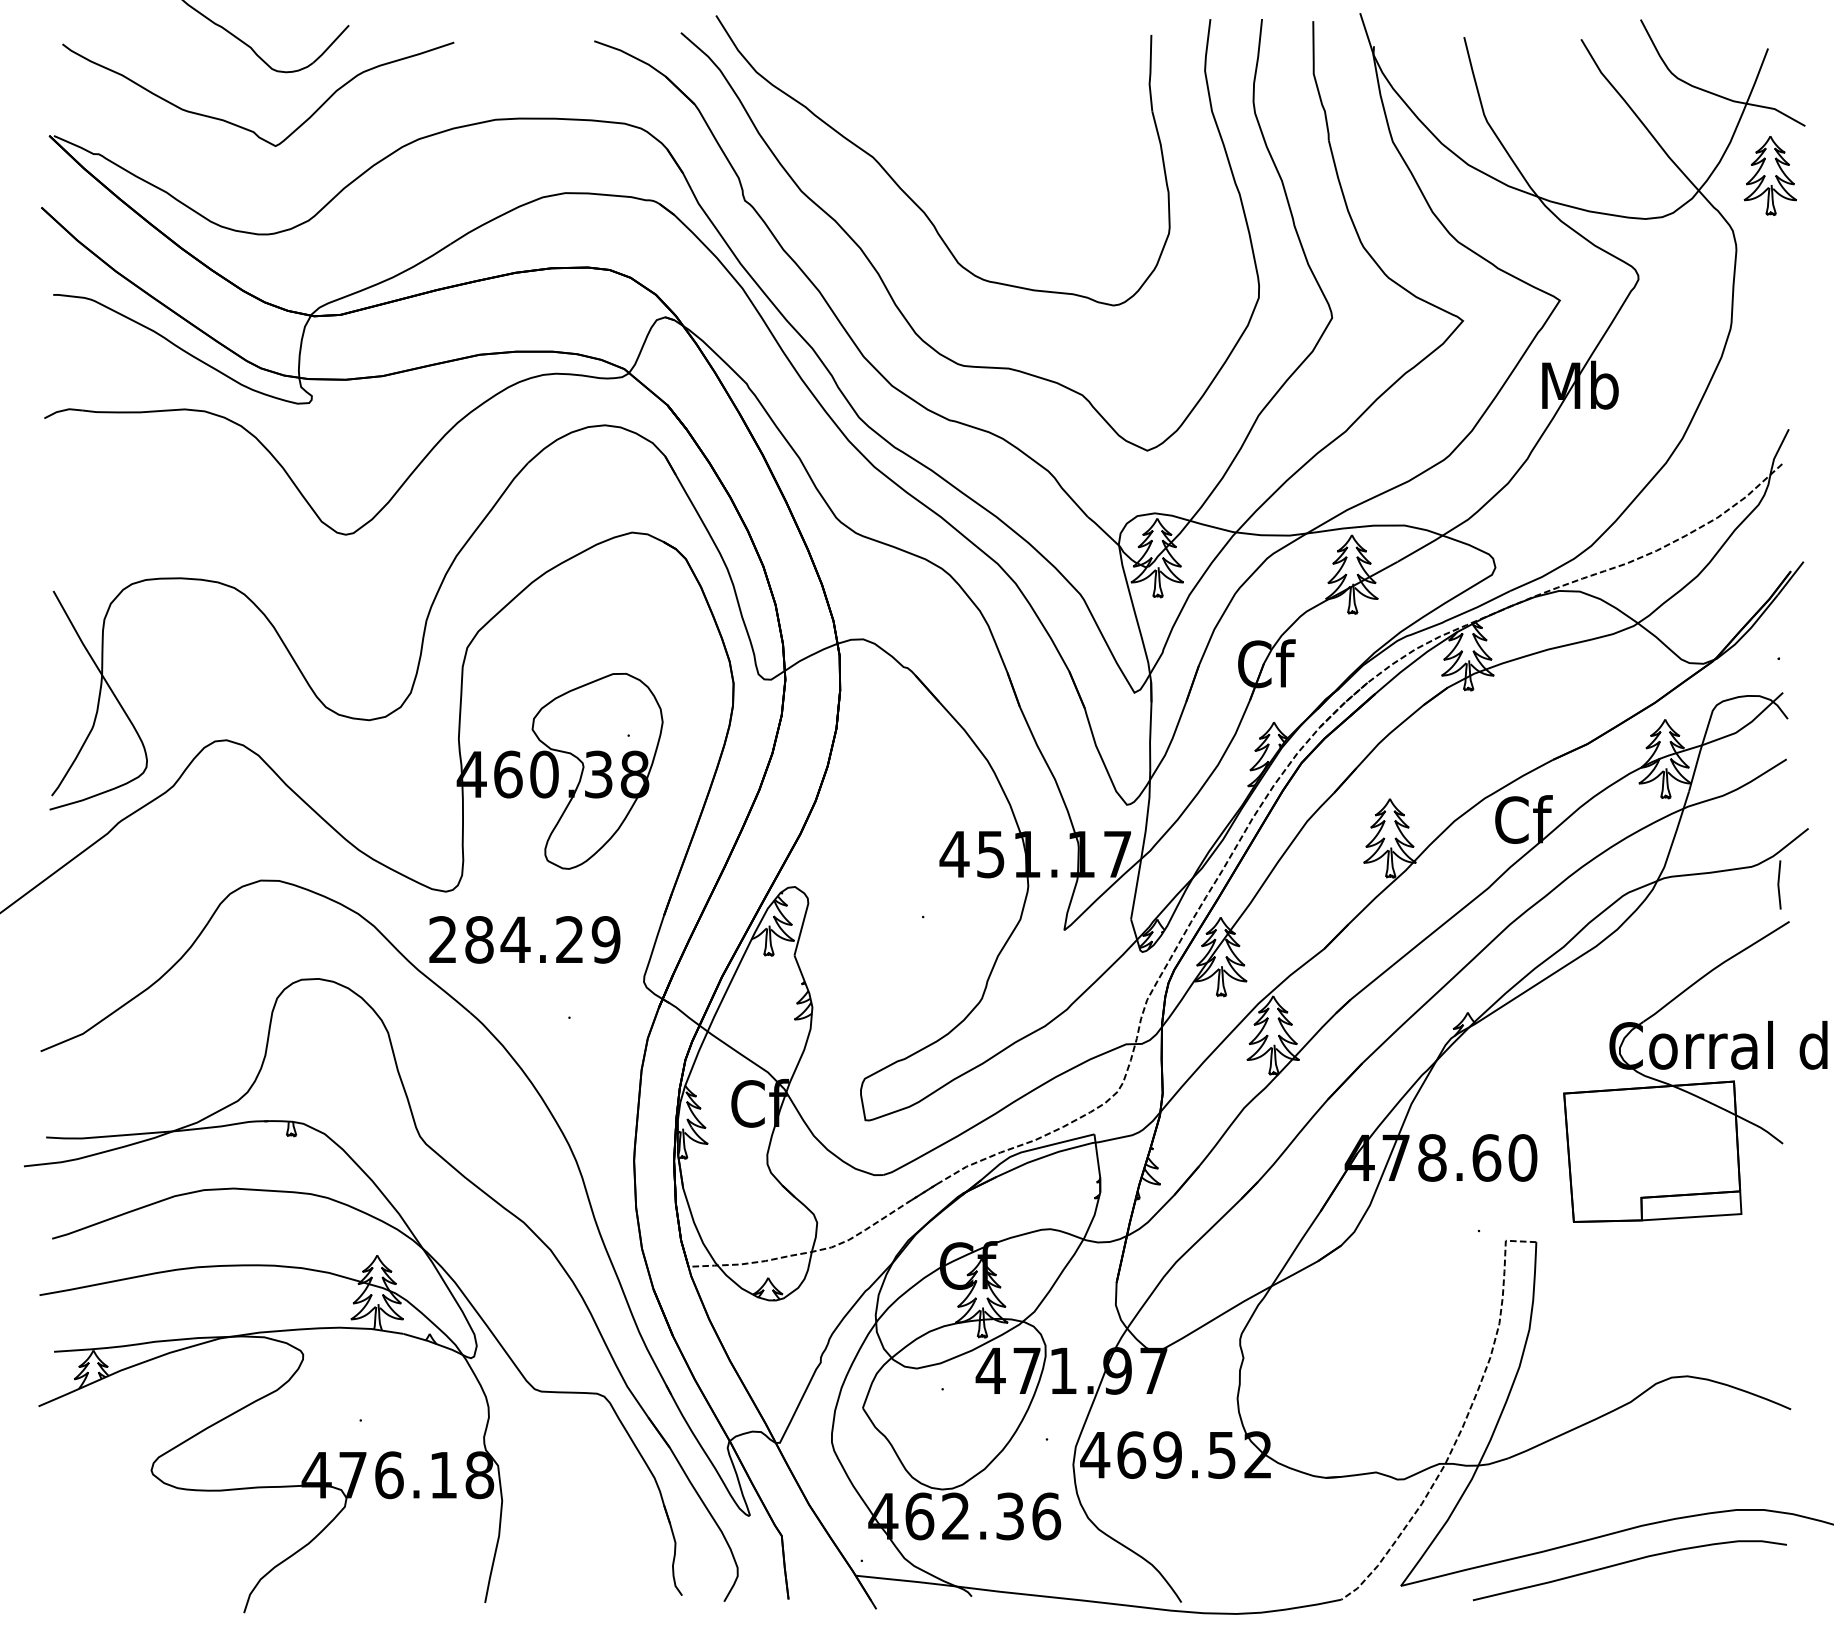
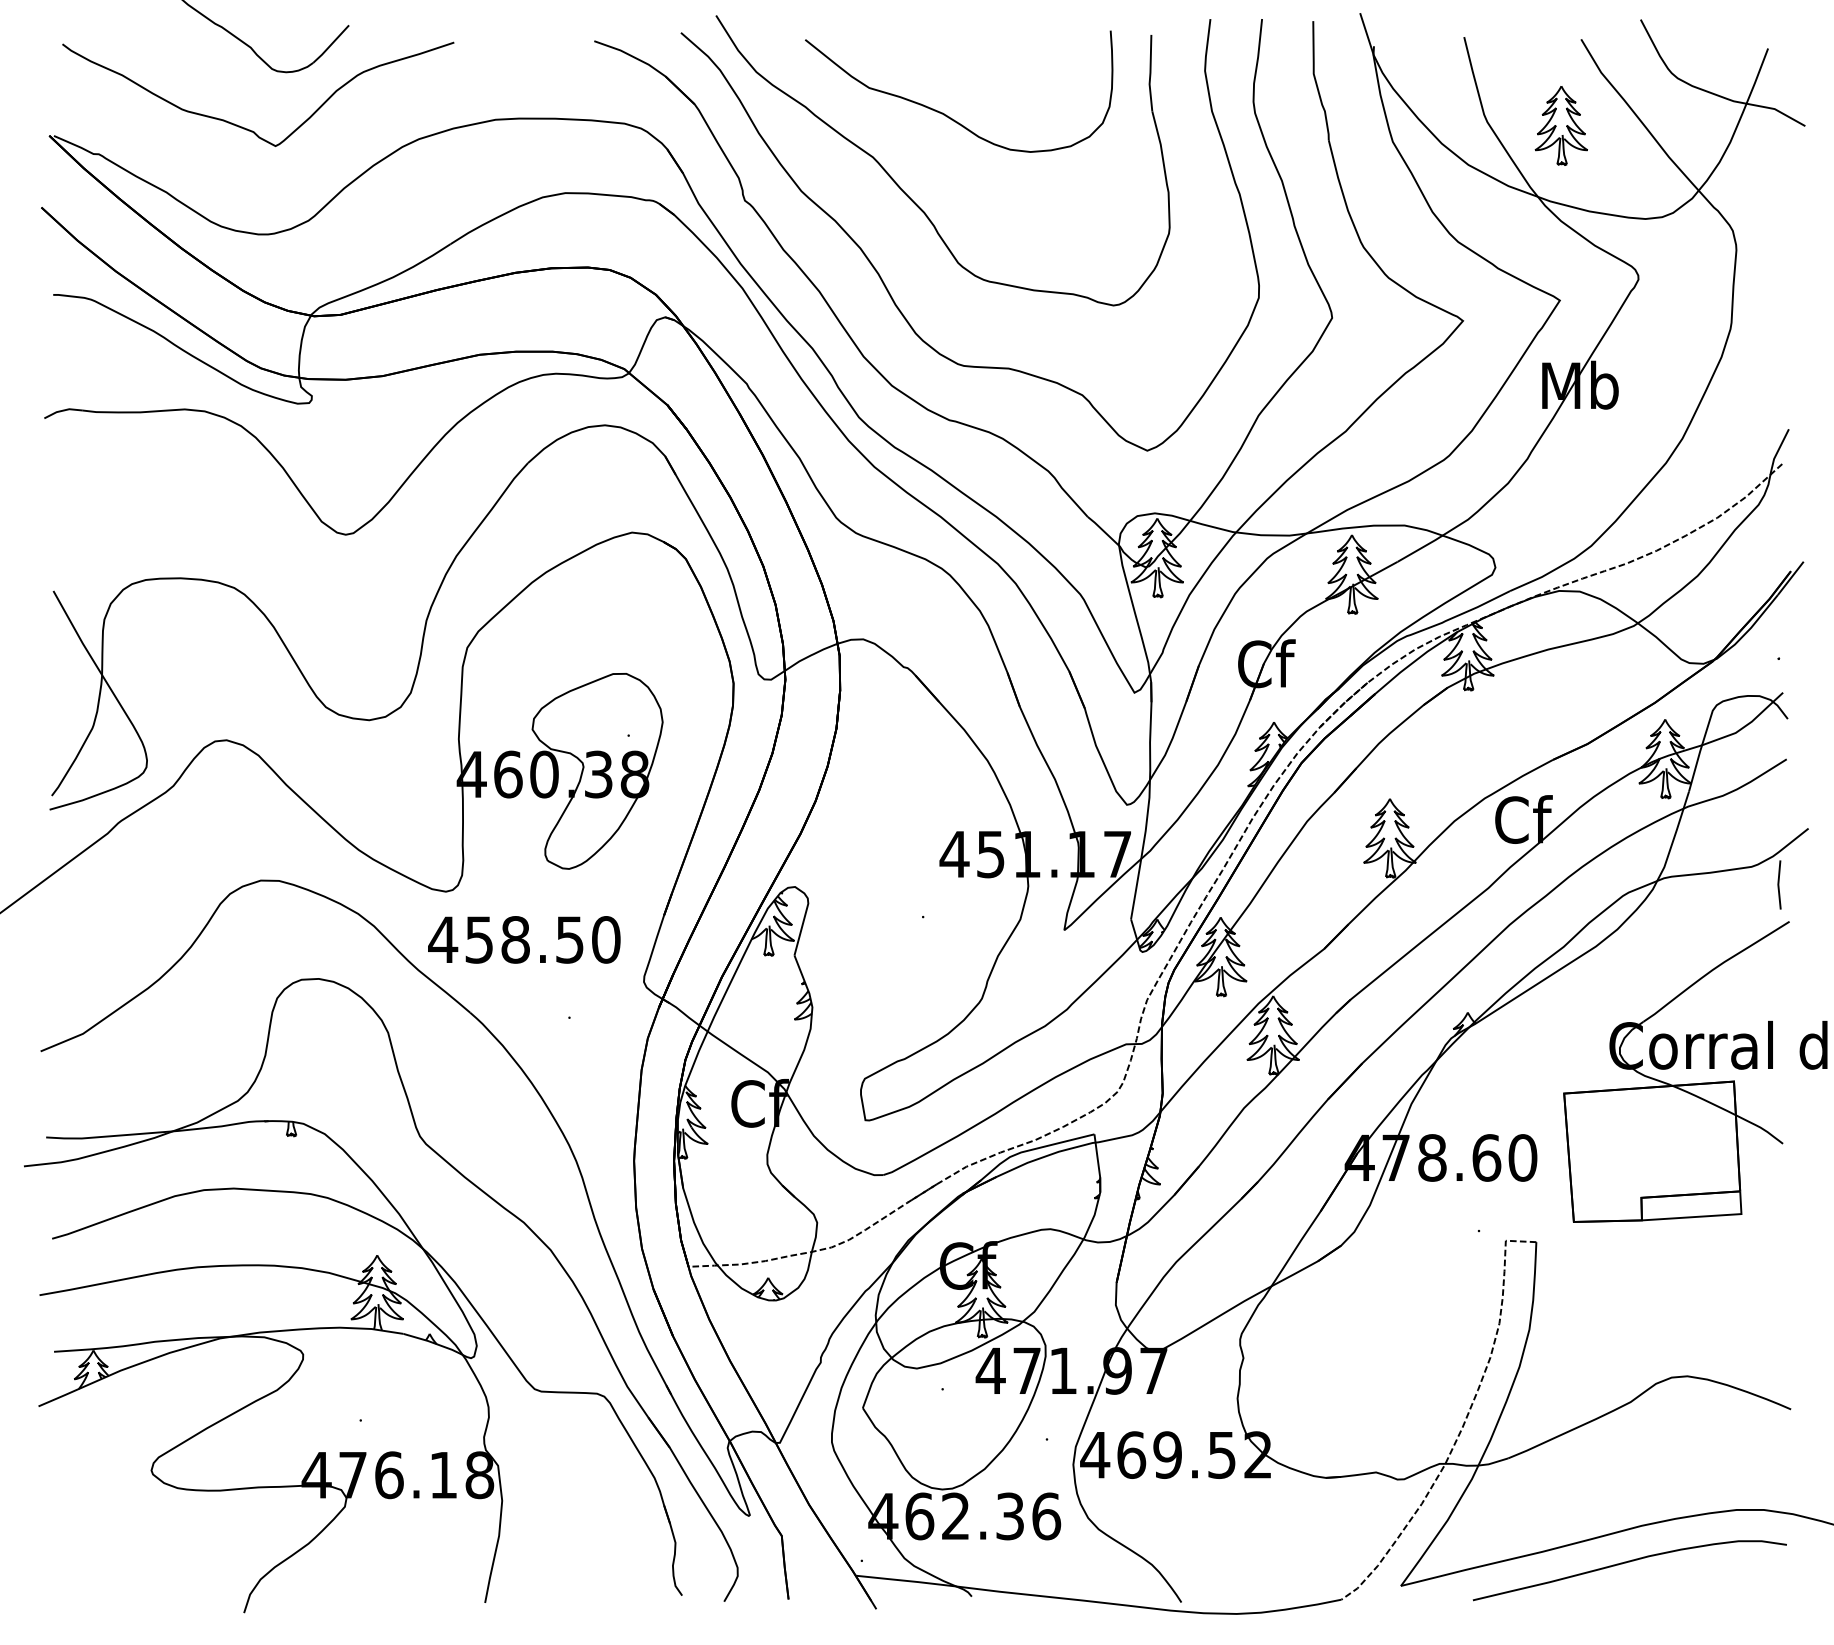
curve at (946, 114): none -> present
part at (1769, 175) position: (1769, 175) -> (1560, 125)
text at (524, 939): 284.29 -> 458.50
